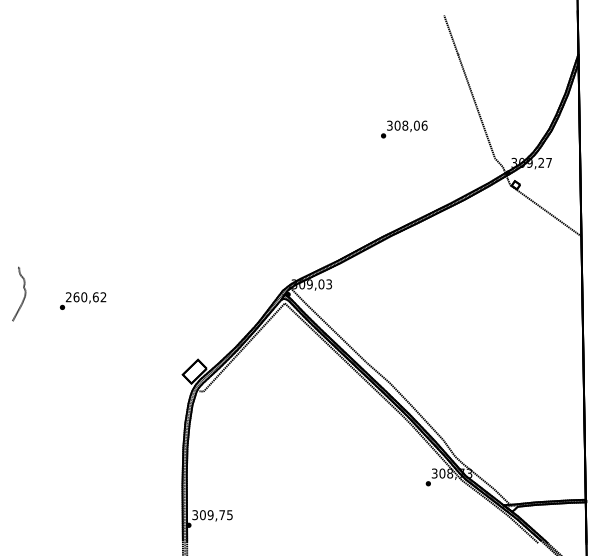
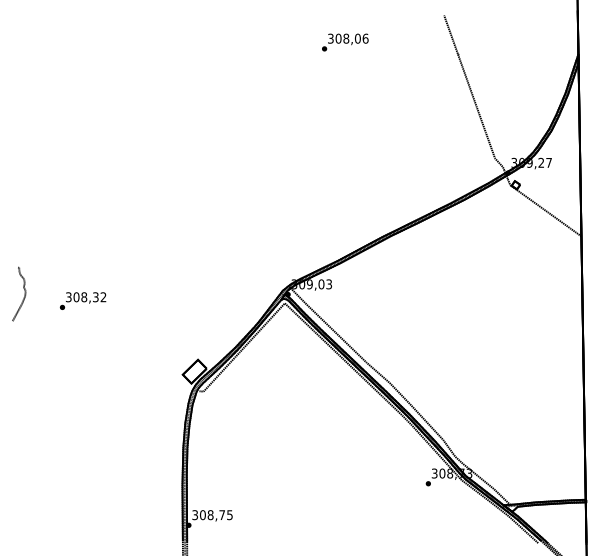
text at (404, 129) position: (404, 129) -> (345, 42)
text at (82, 297): 260,62 -> 308,32
text at (210, 515): 309,75 -> 308,75
